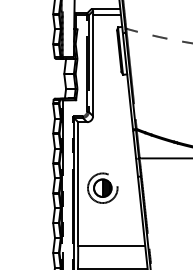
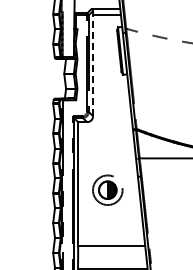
line at (93, 65): solid -> dashed
part at (102, 187) position: (102, 187) -> (107, 189)
